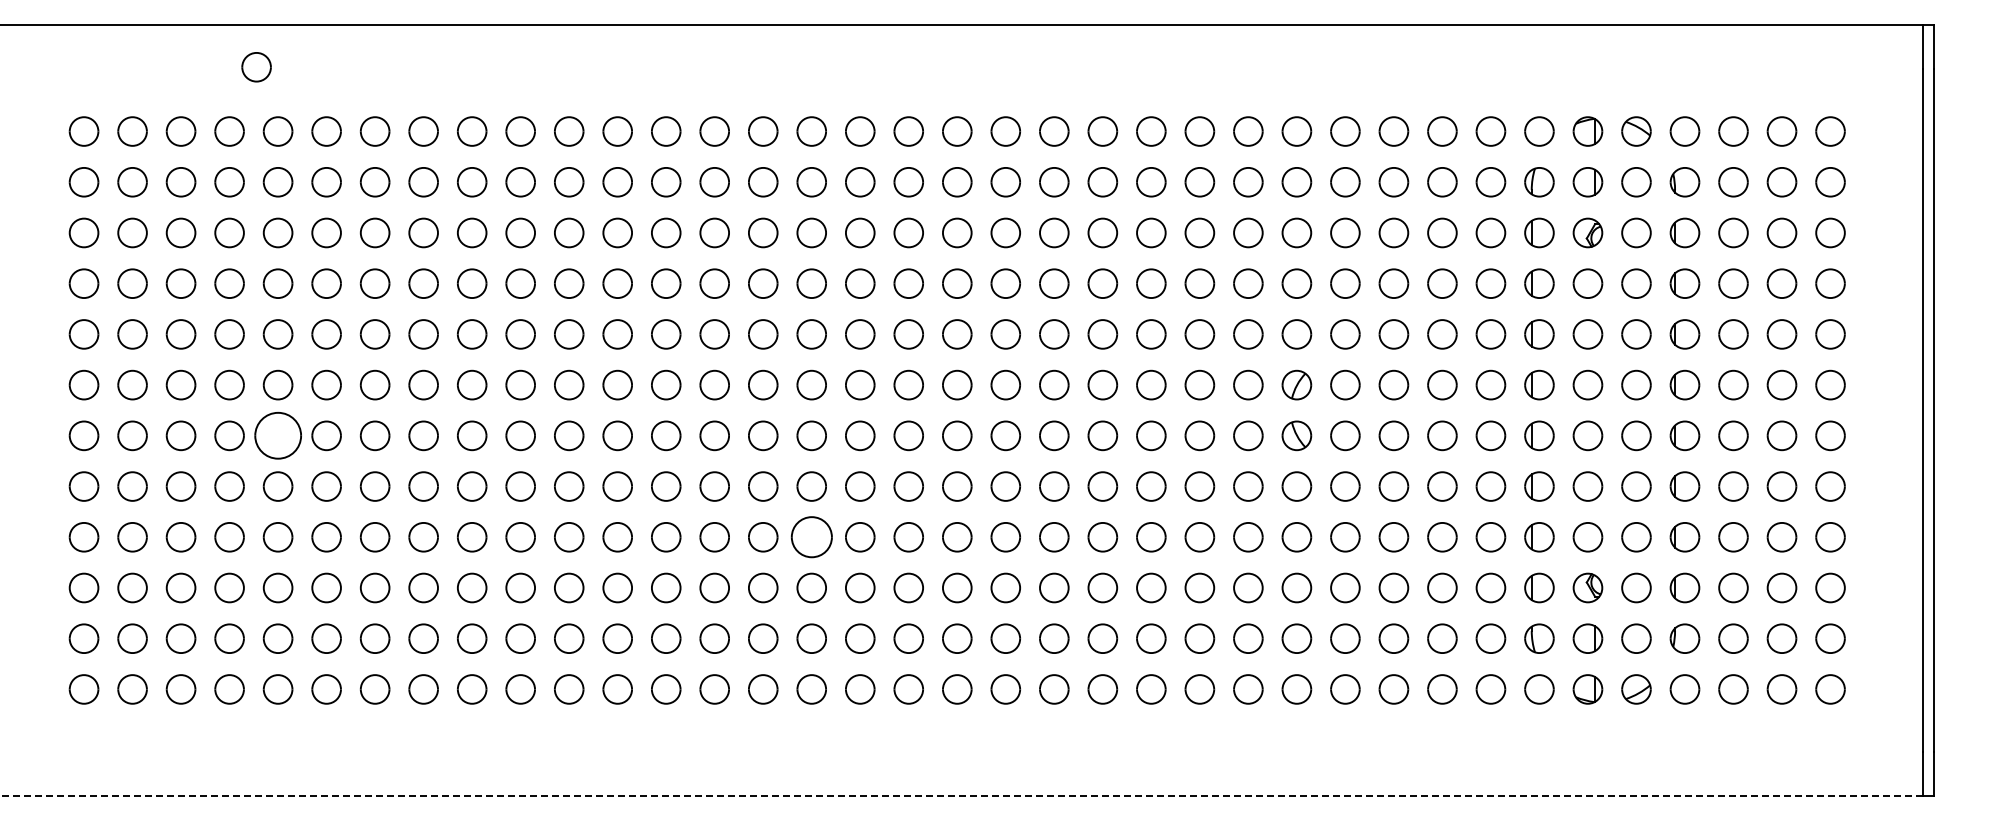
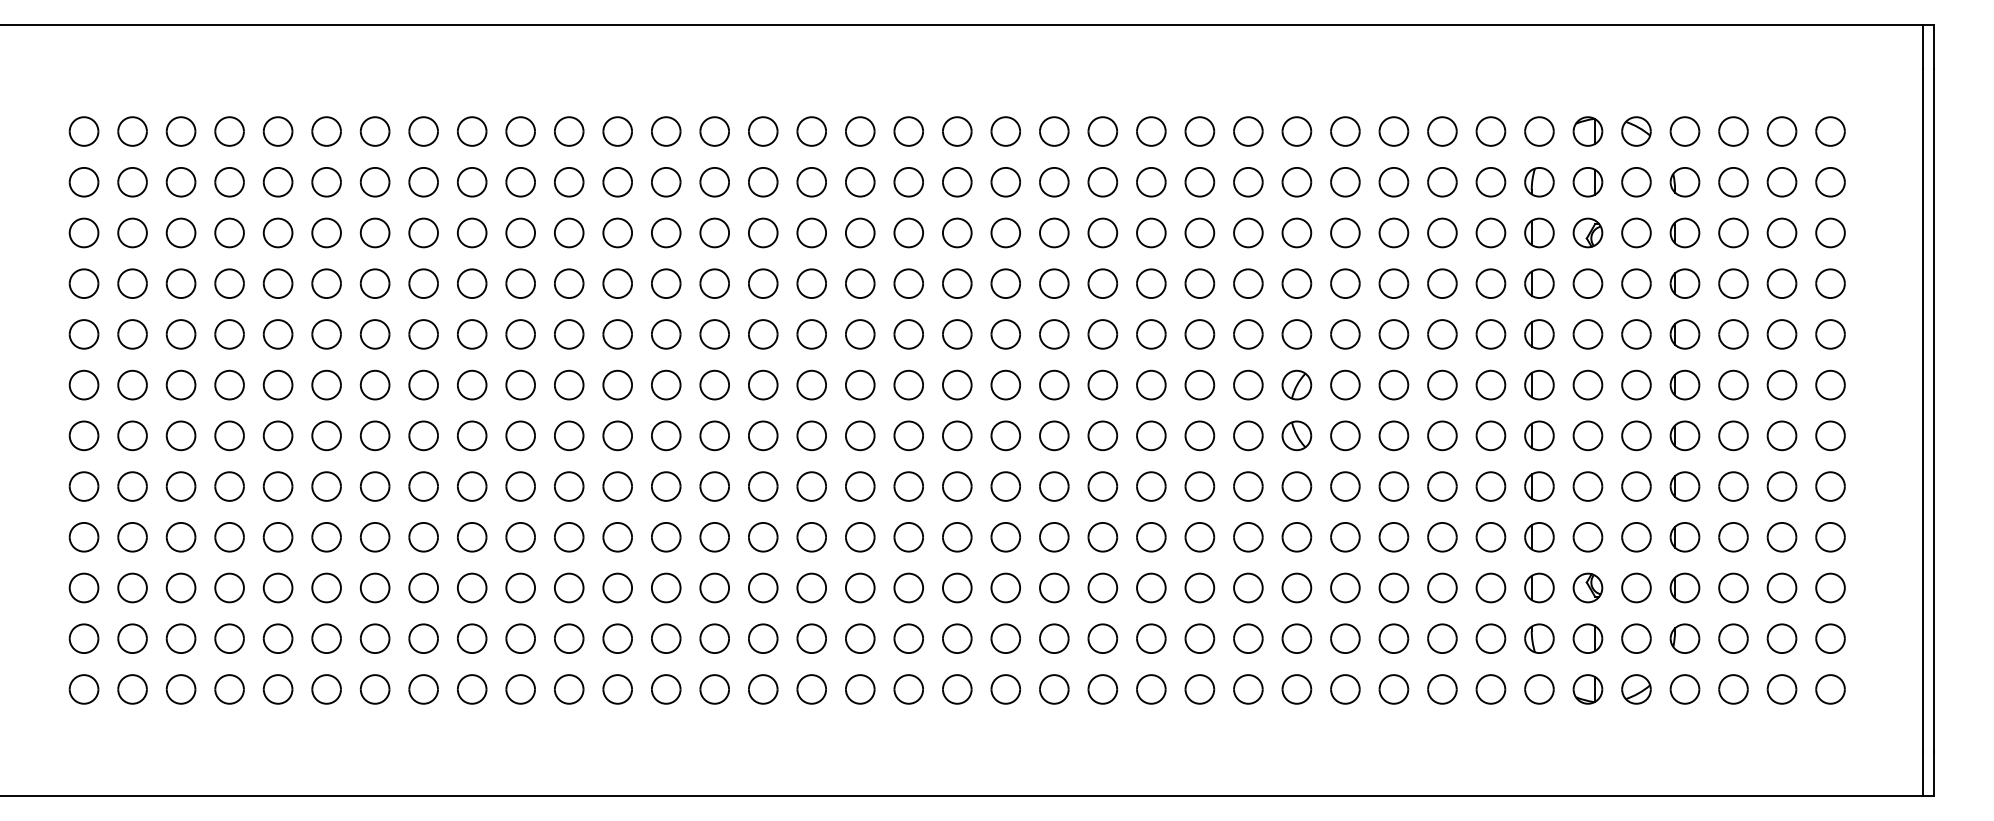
part at (256, 67): present -> none
part at (277, 435) size: 48x48 px -> 32x32 px
part at (811, 537) size: 43x43 px -> 31x31 px
line at (961, 796): dashed -> solid
